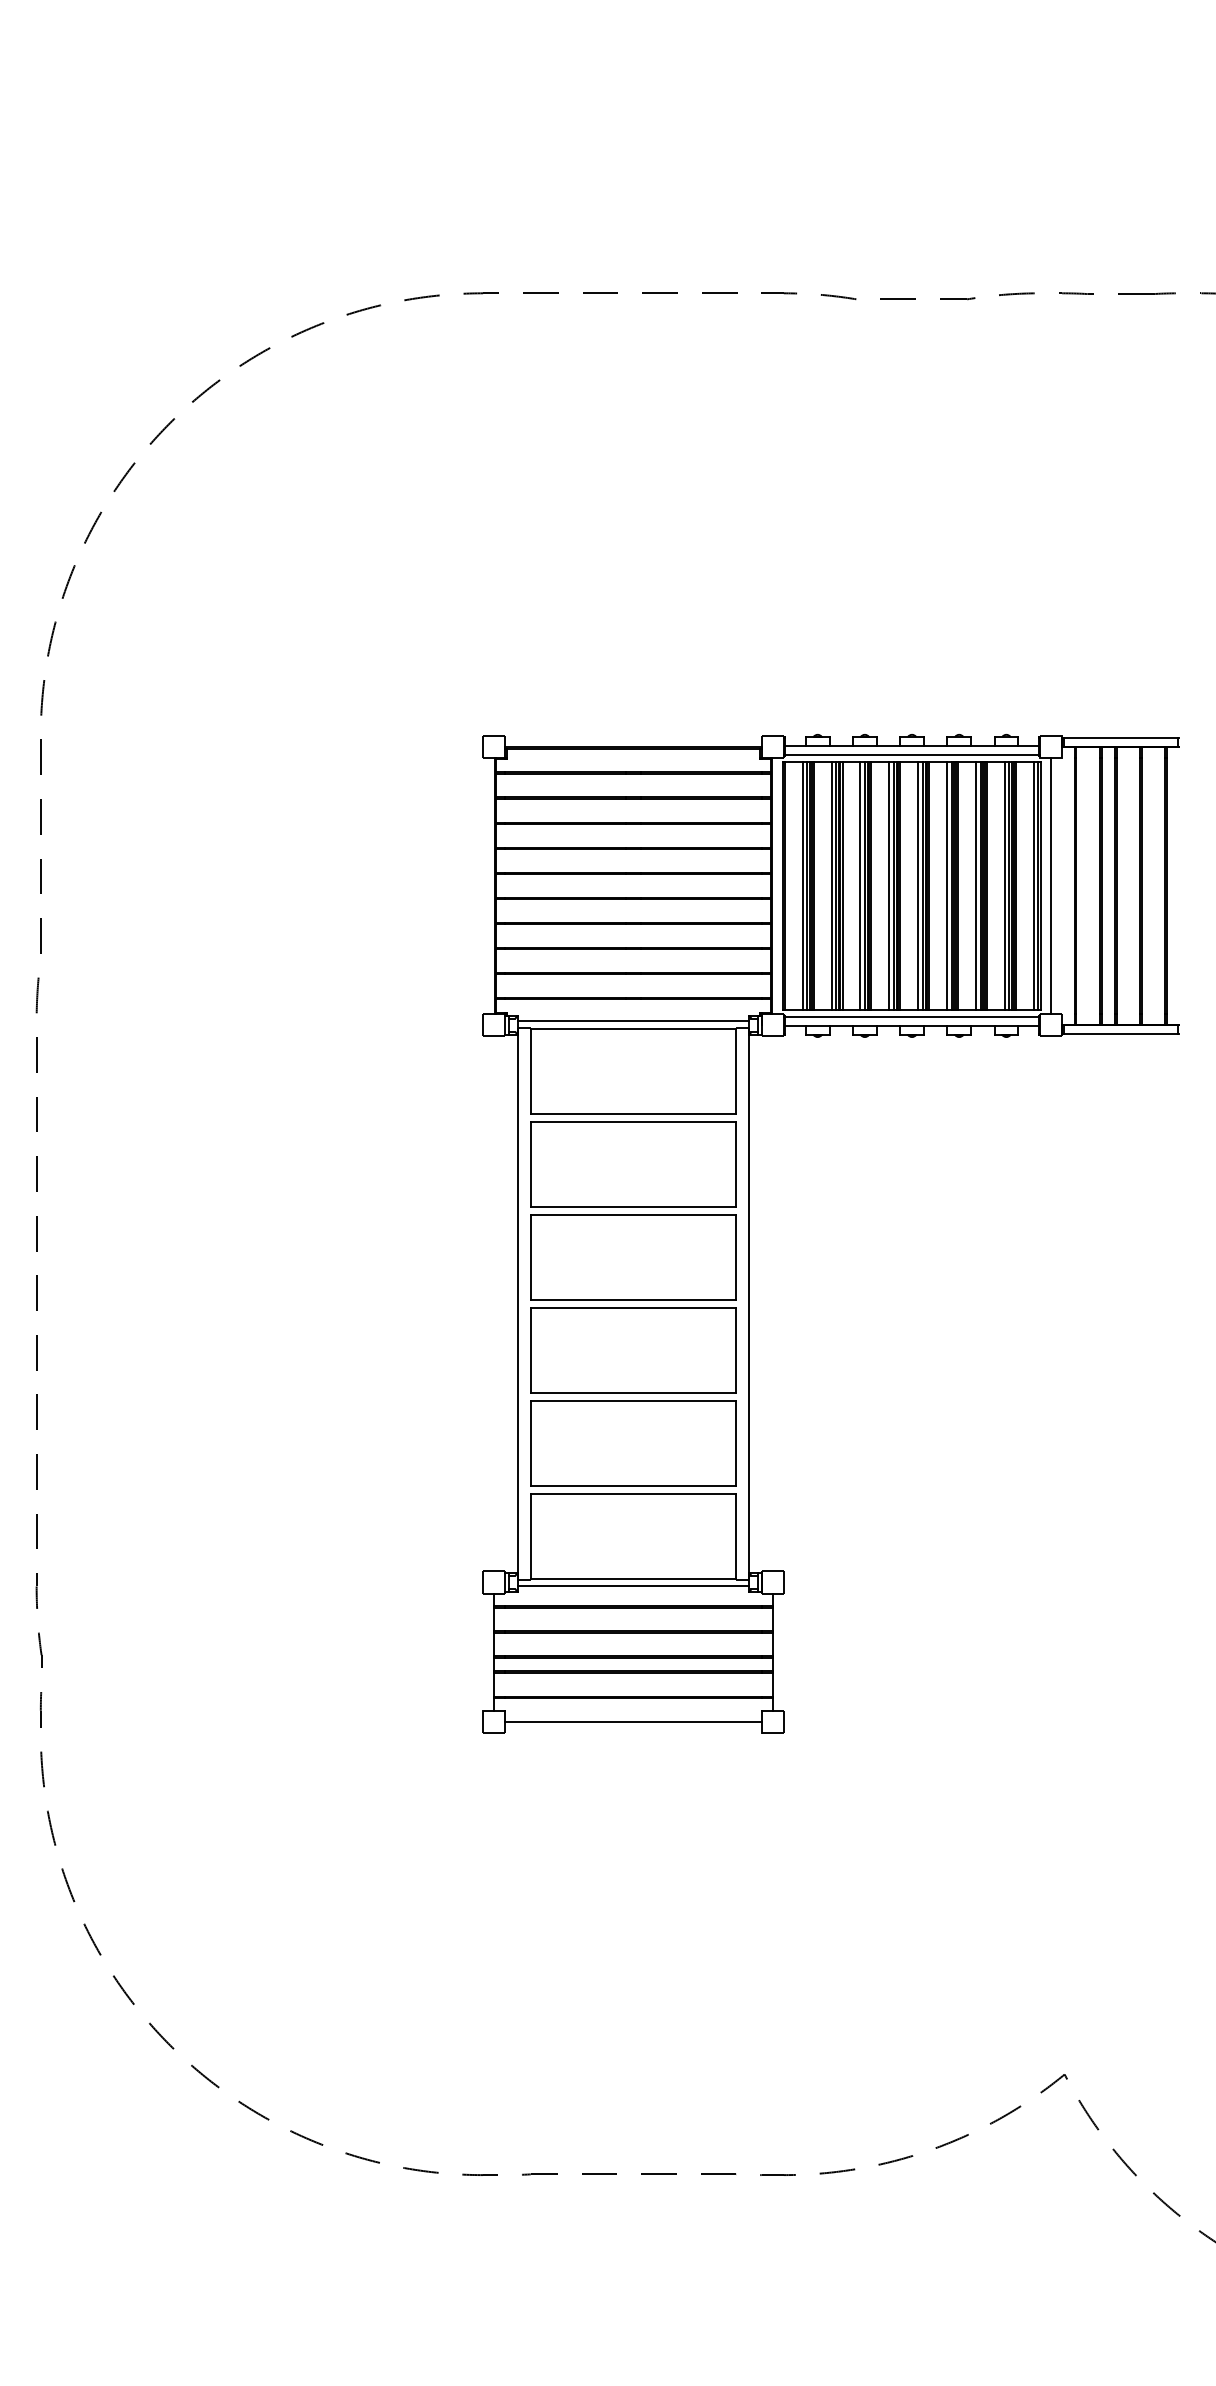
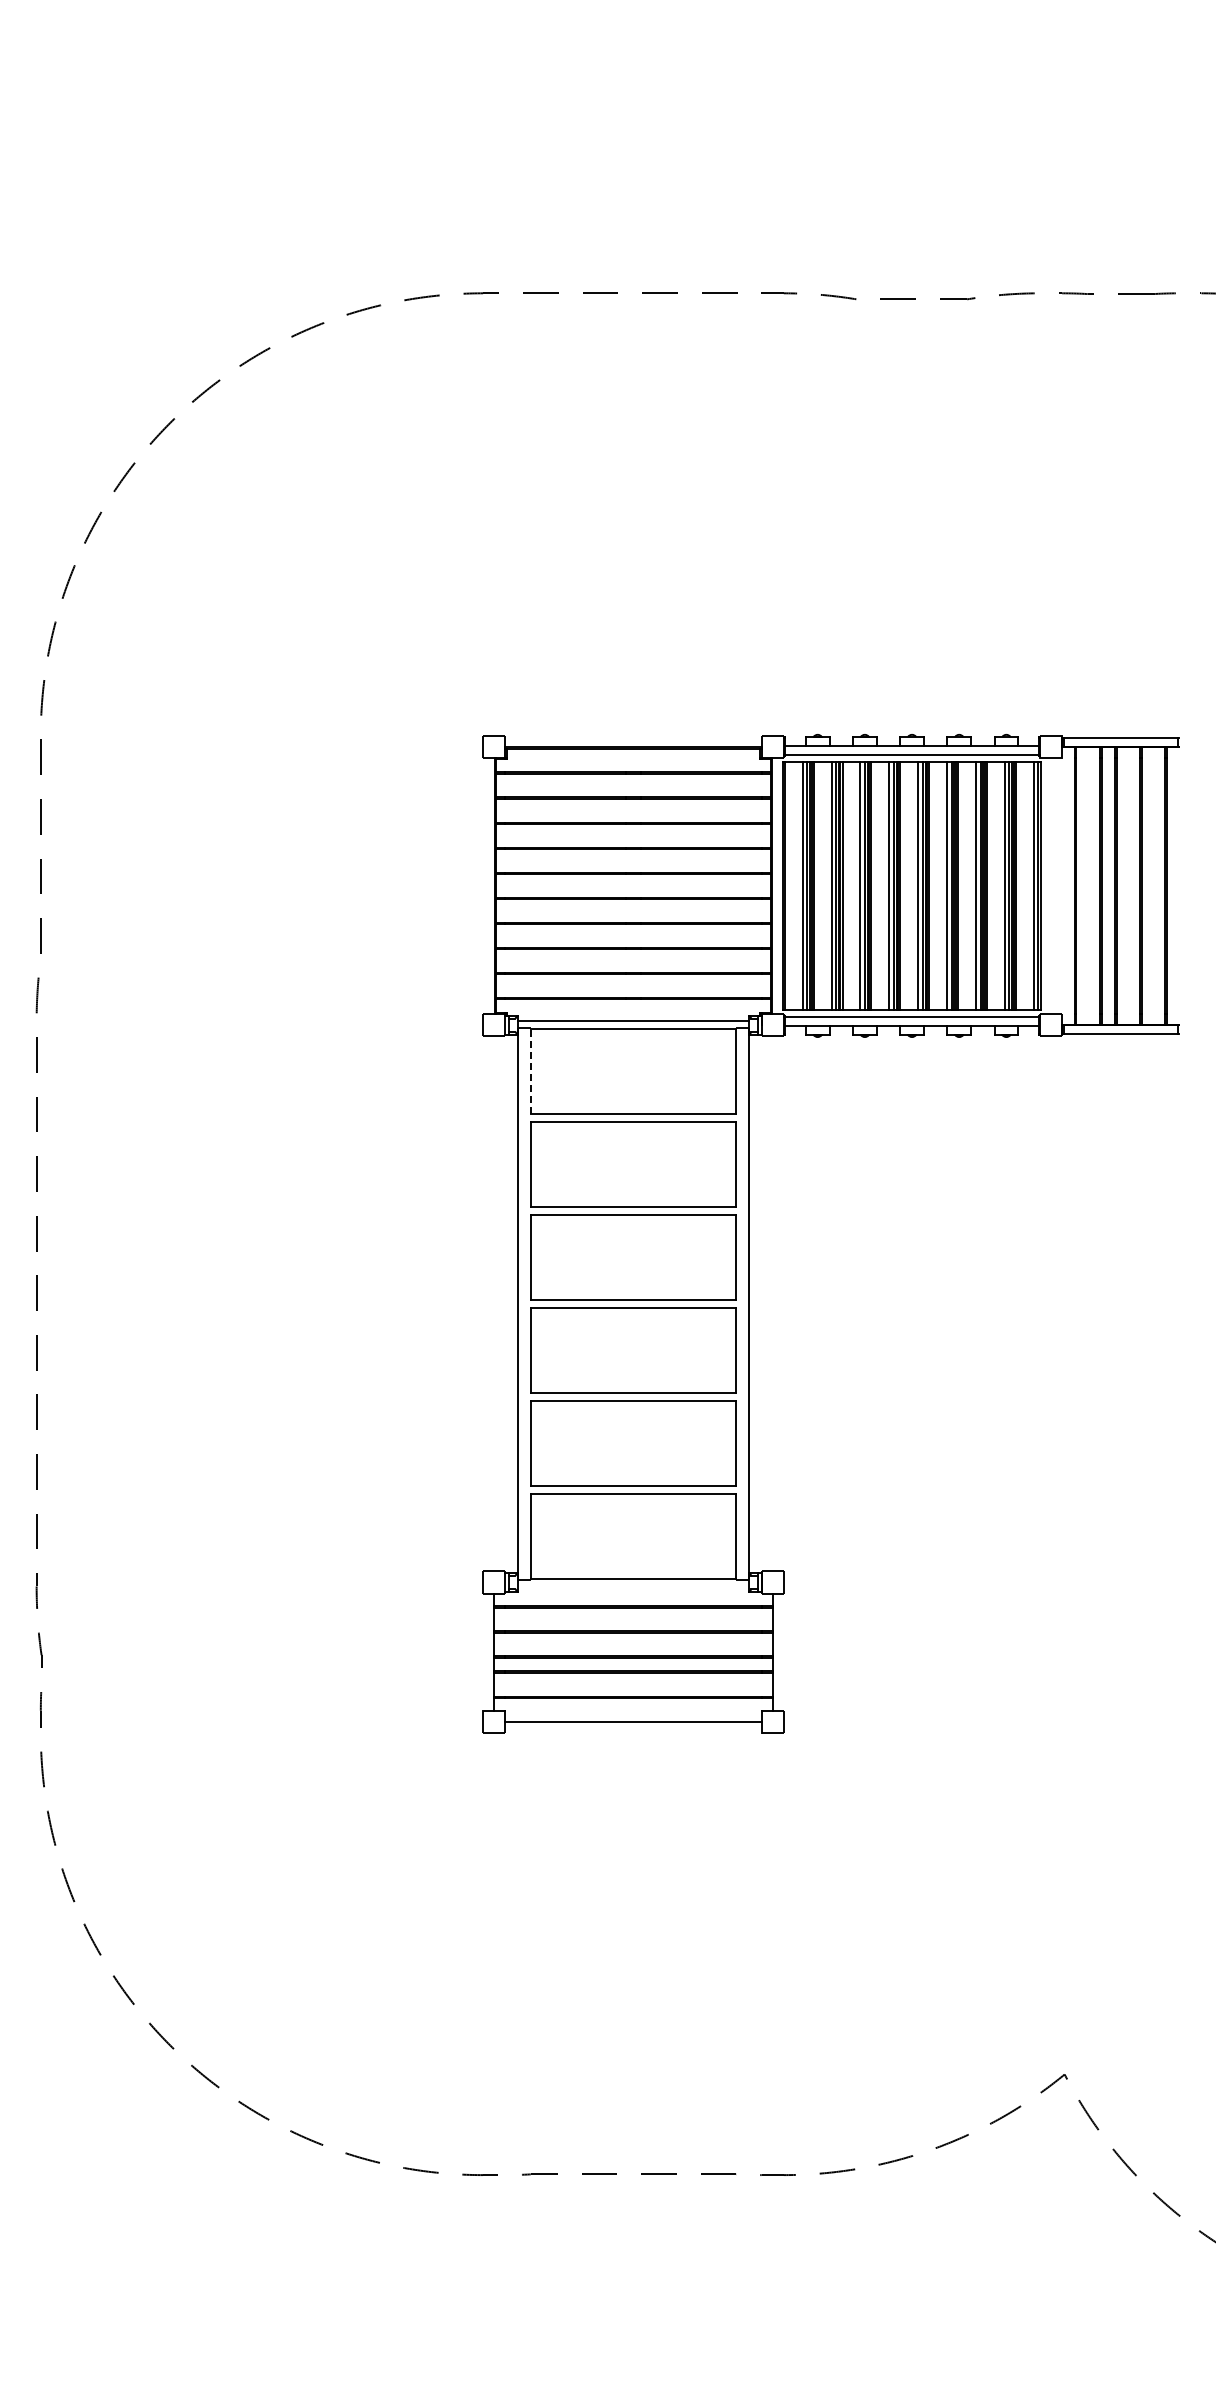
line at (1051, 885): present -> none
line at (530, 1071): solid -> dashed
line at (633, 1586): present -> none
